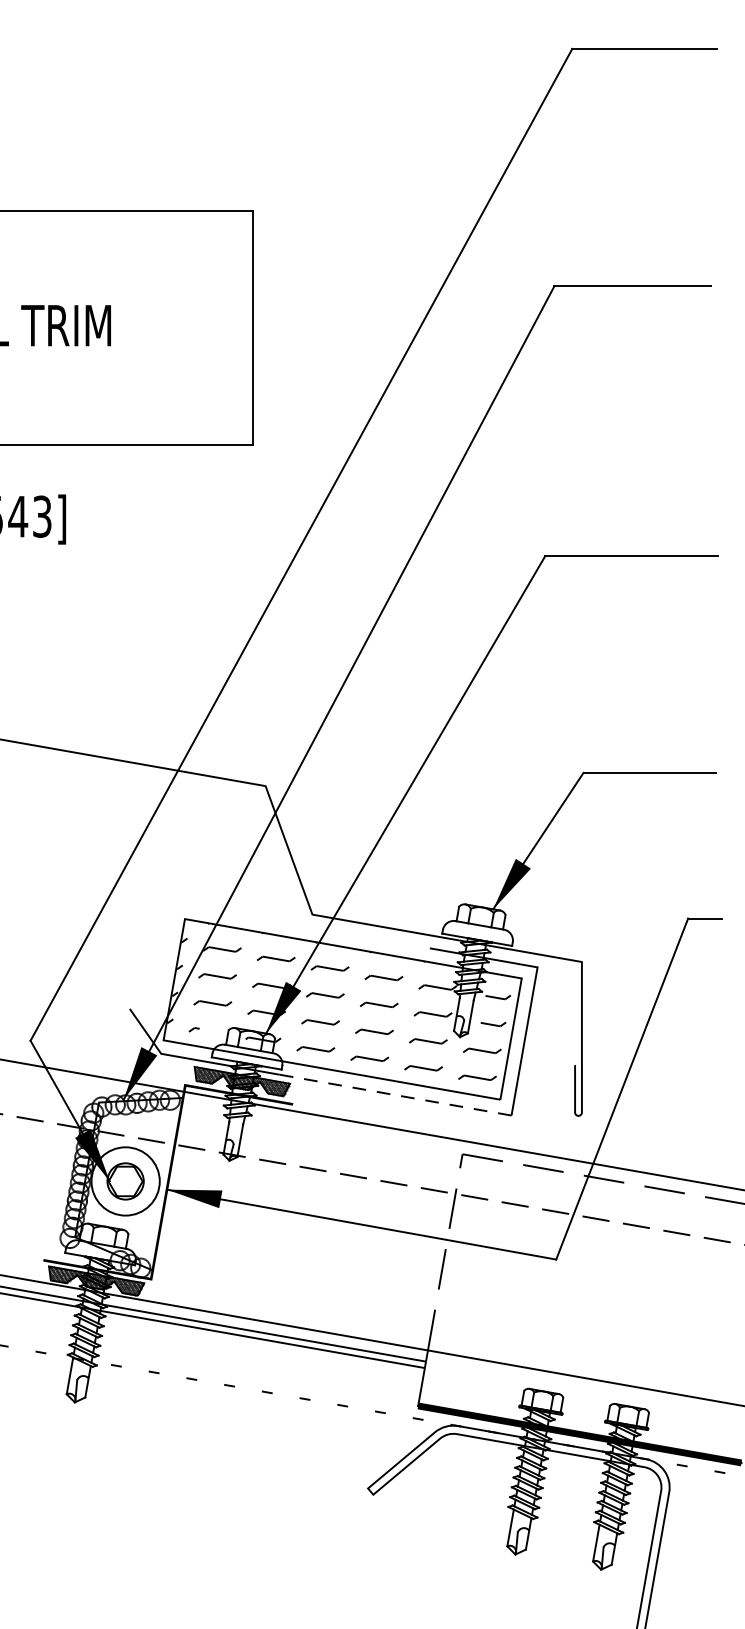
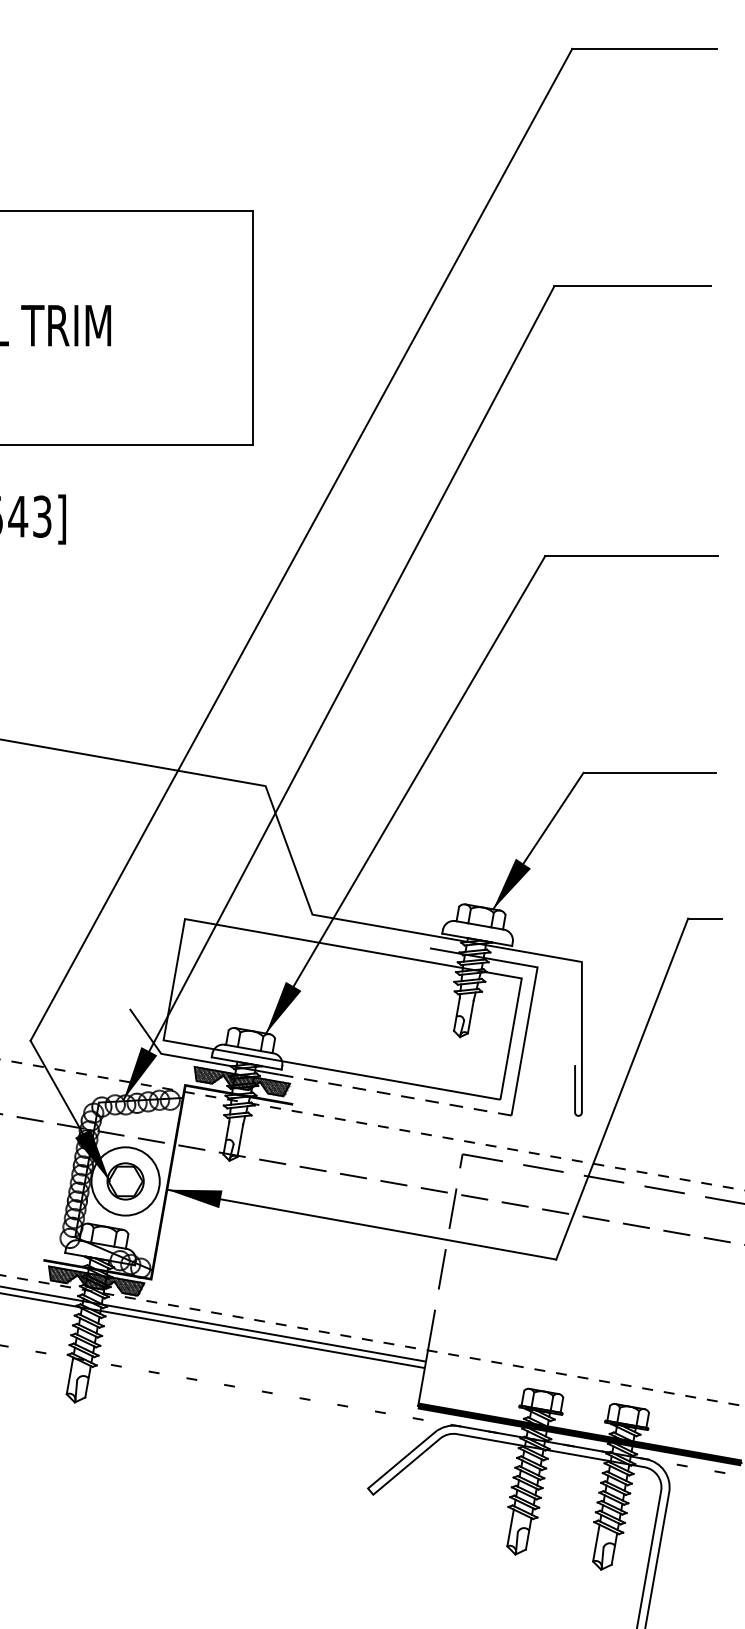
hatch at (338, 1001): present -> none
line at (0, 1275): solid -> dashed
